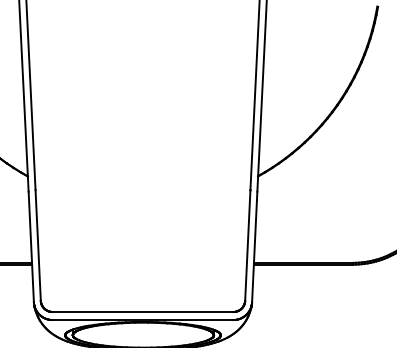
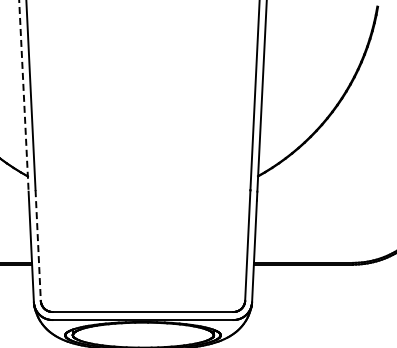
line at (23, 96): solid -> dashed
line at (38, 245): solid -> dashed
